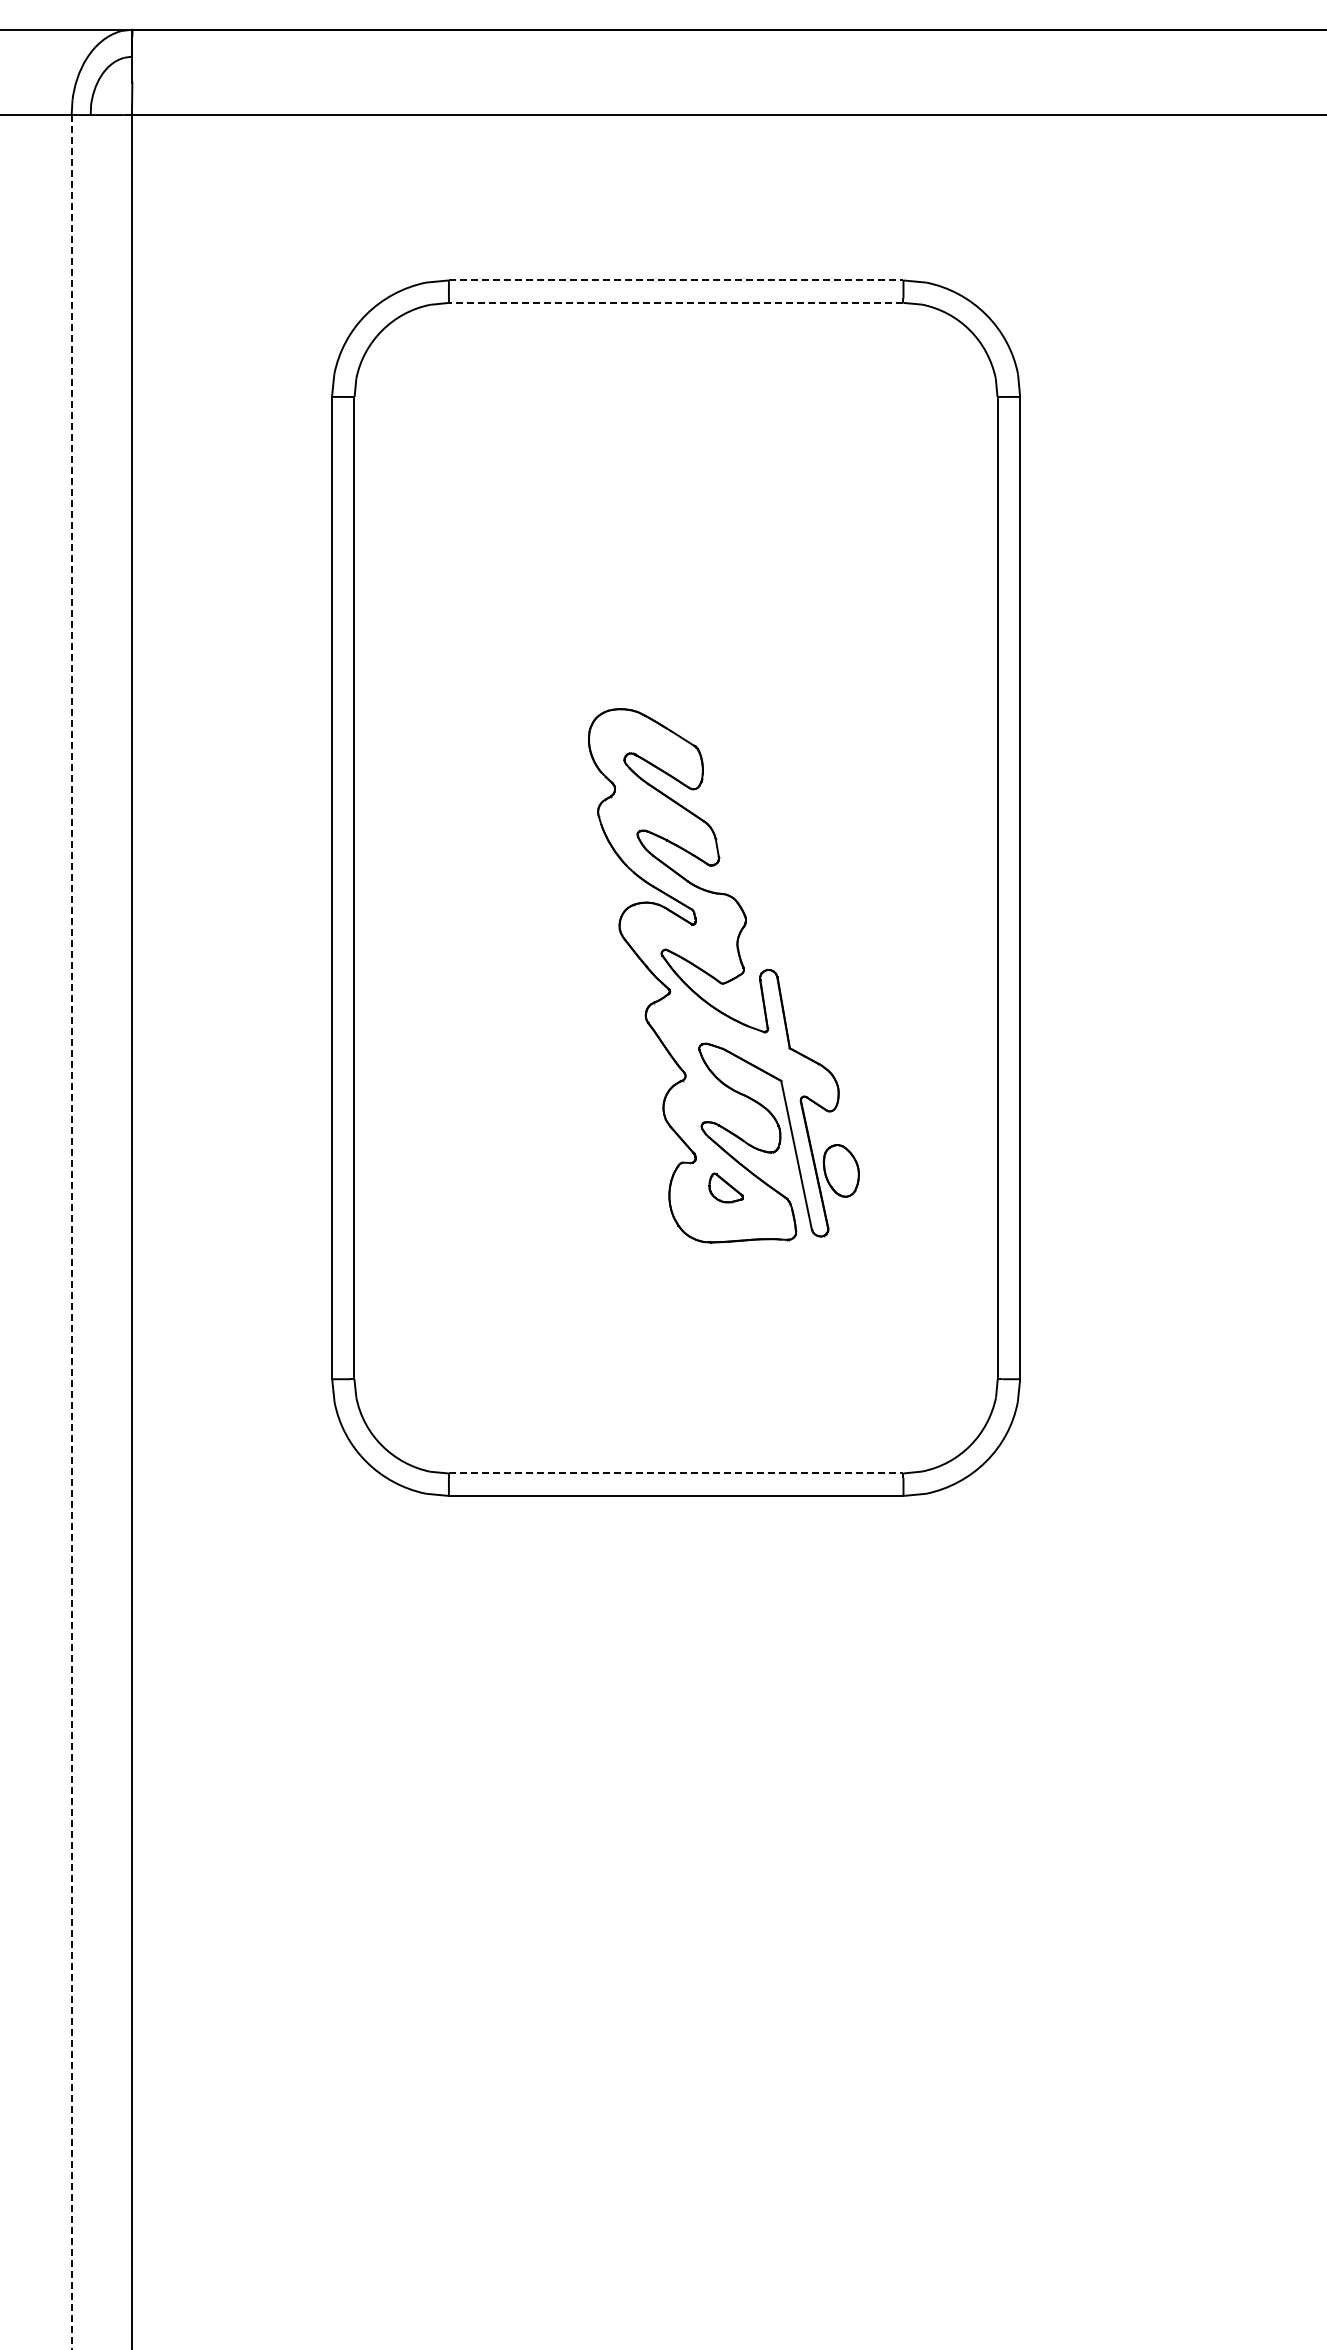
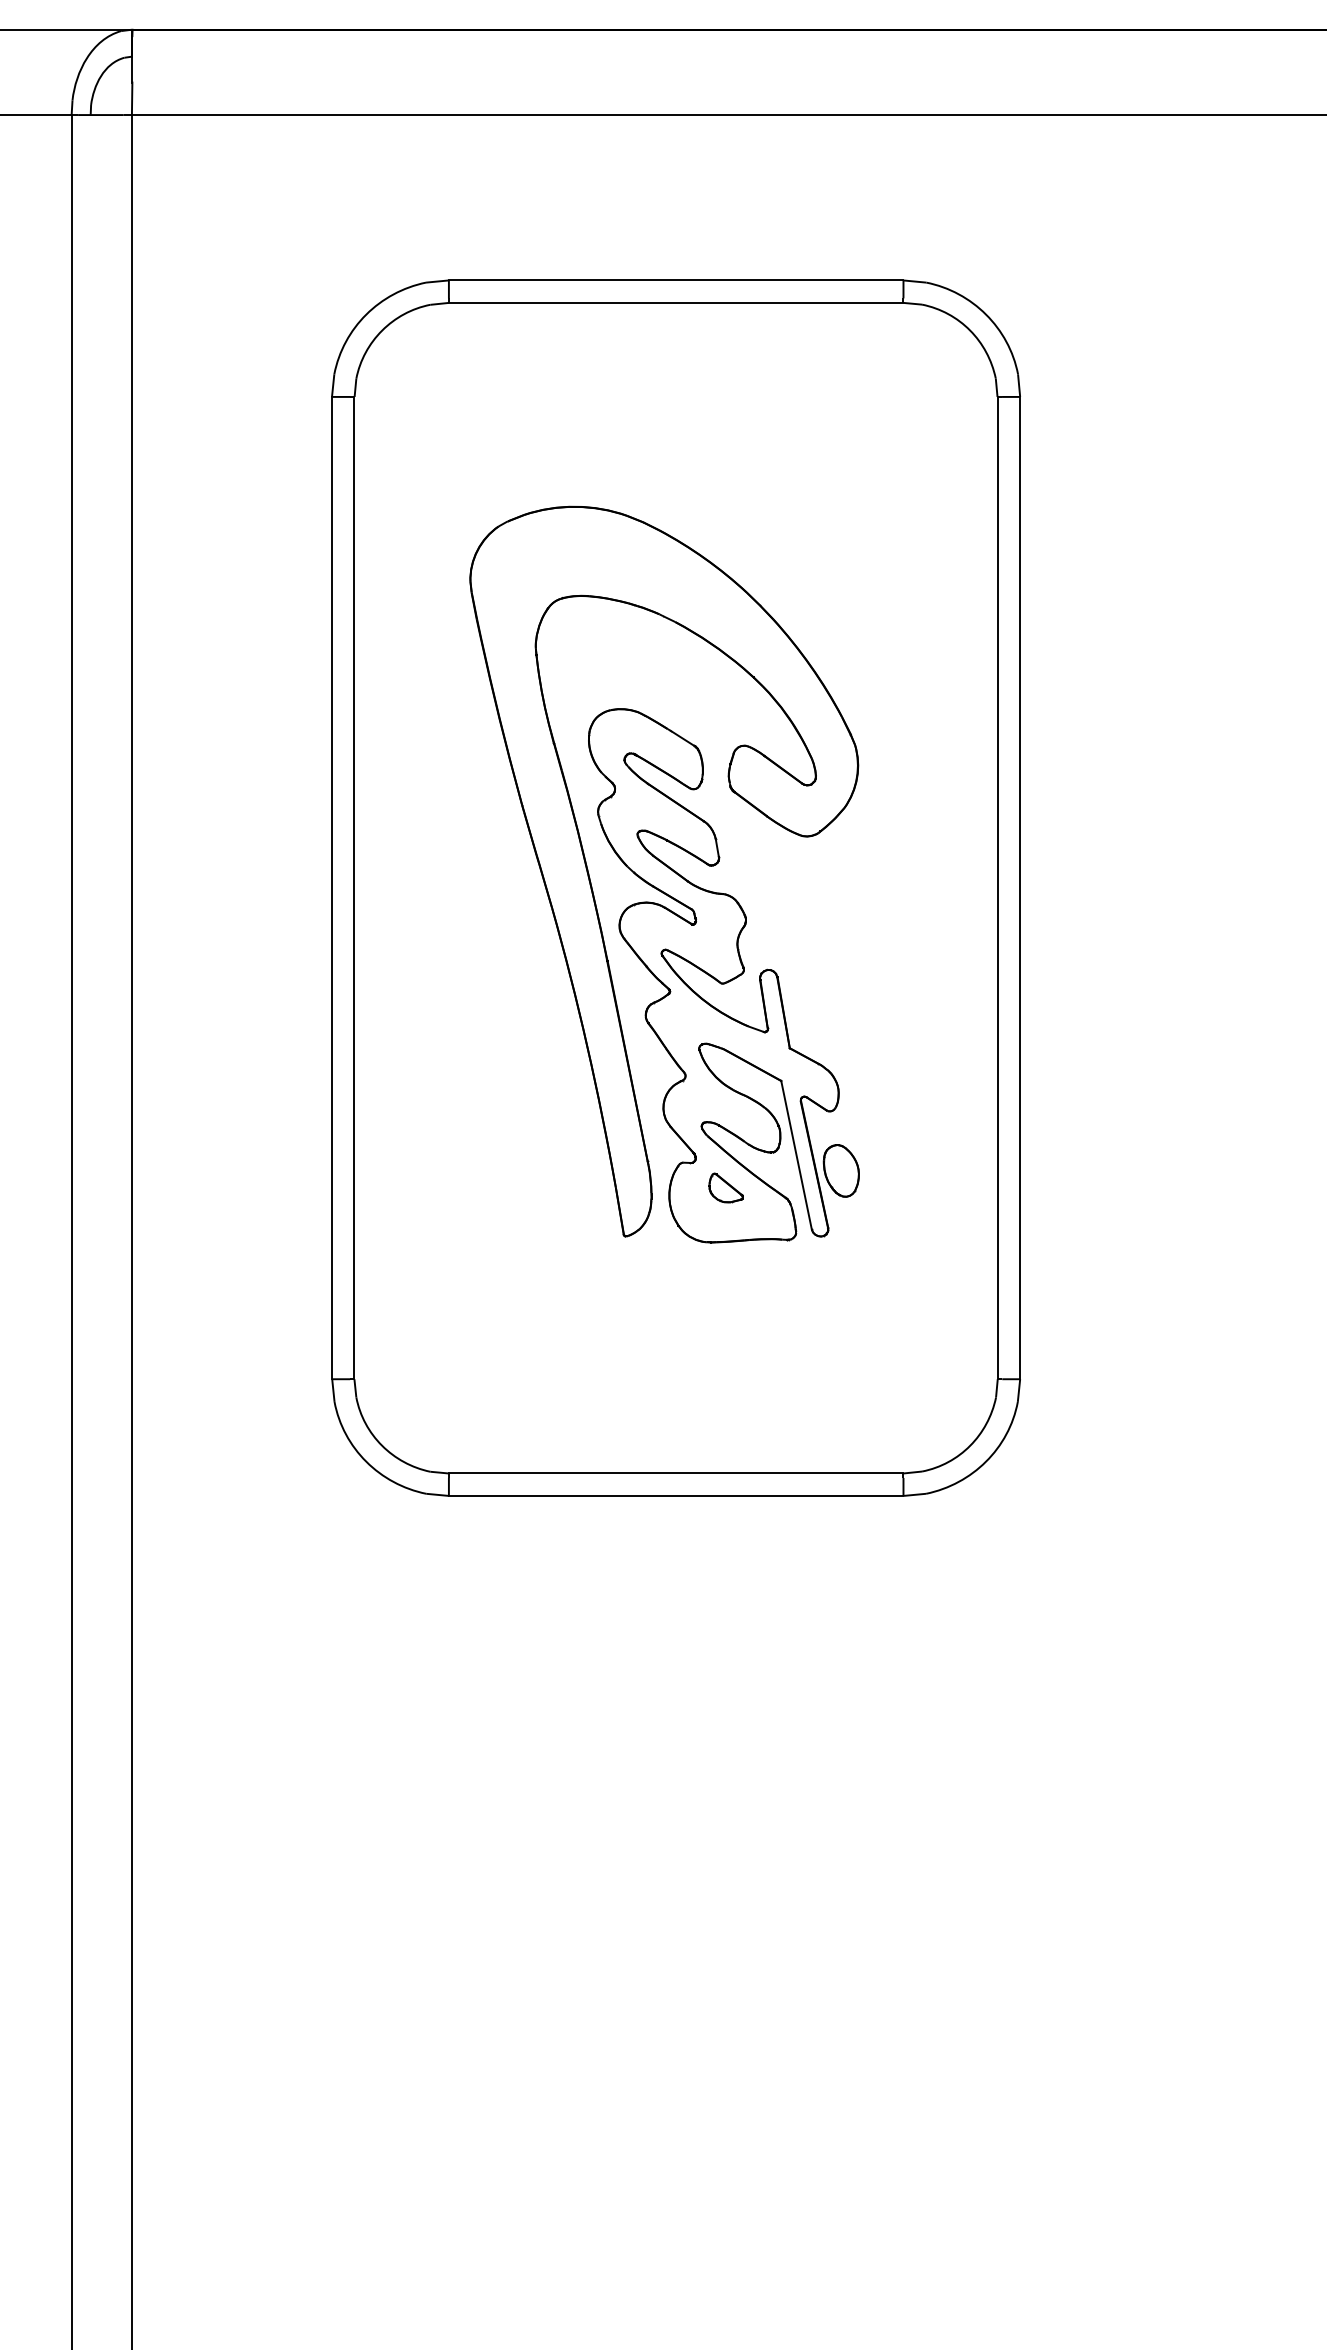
line at (676, 280): dashed -> solid
line at (675, 302): dashed -> solid
part at (593, 890): none -> present
line at (71, 1231): dashed -> solid
line at (676, 1473): dashed -> solid
